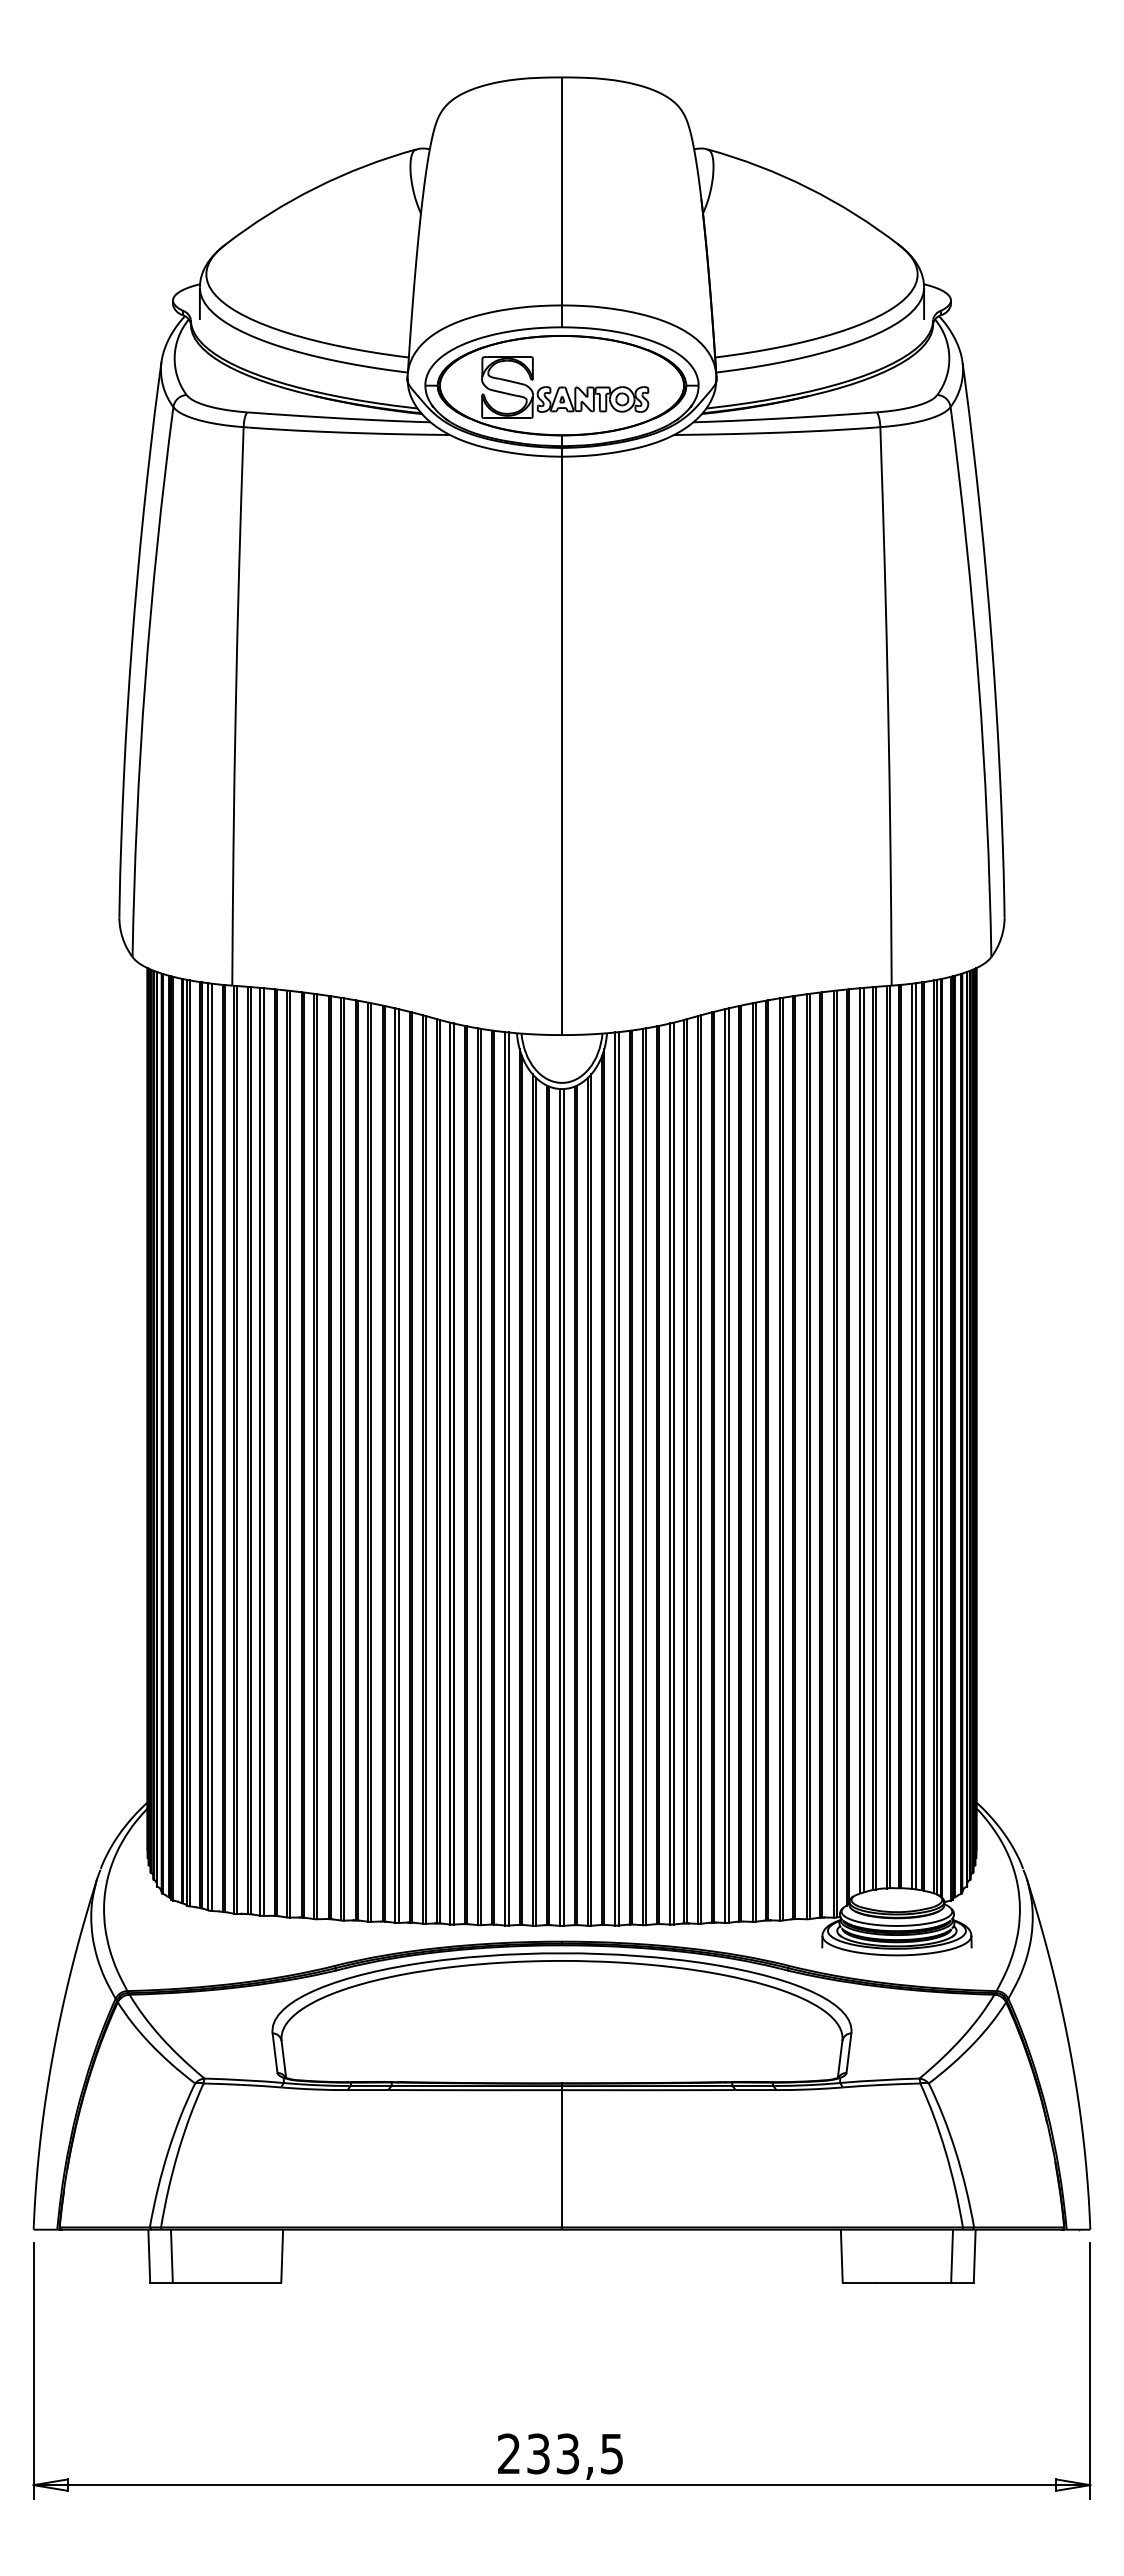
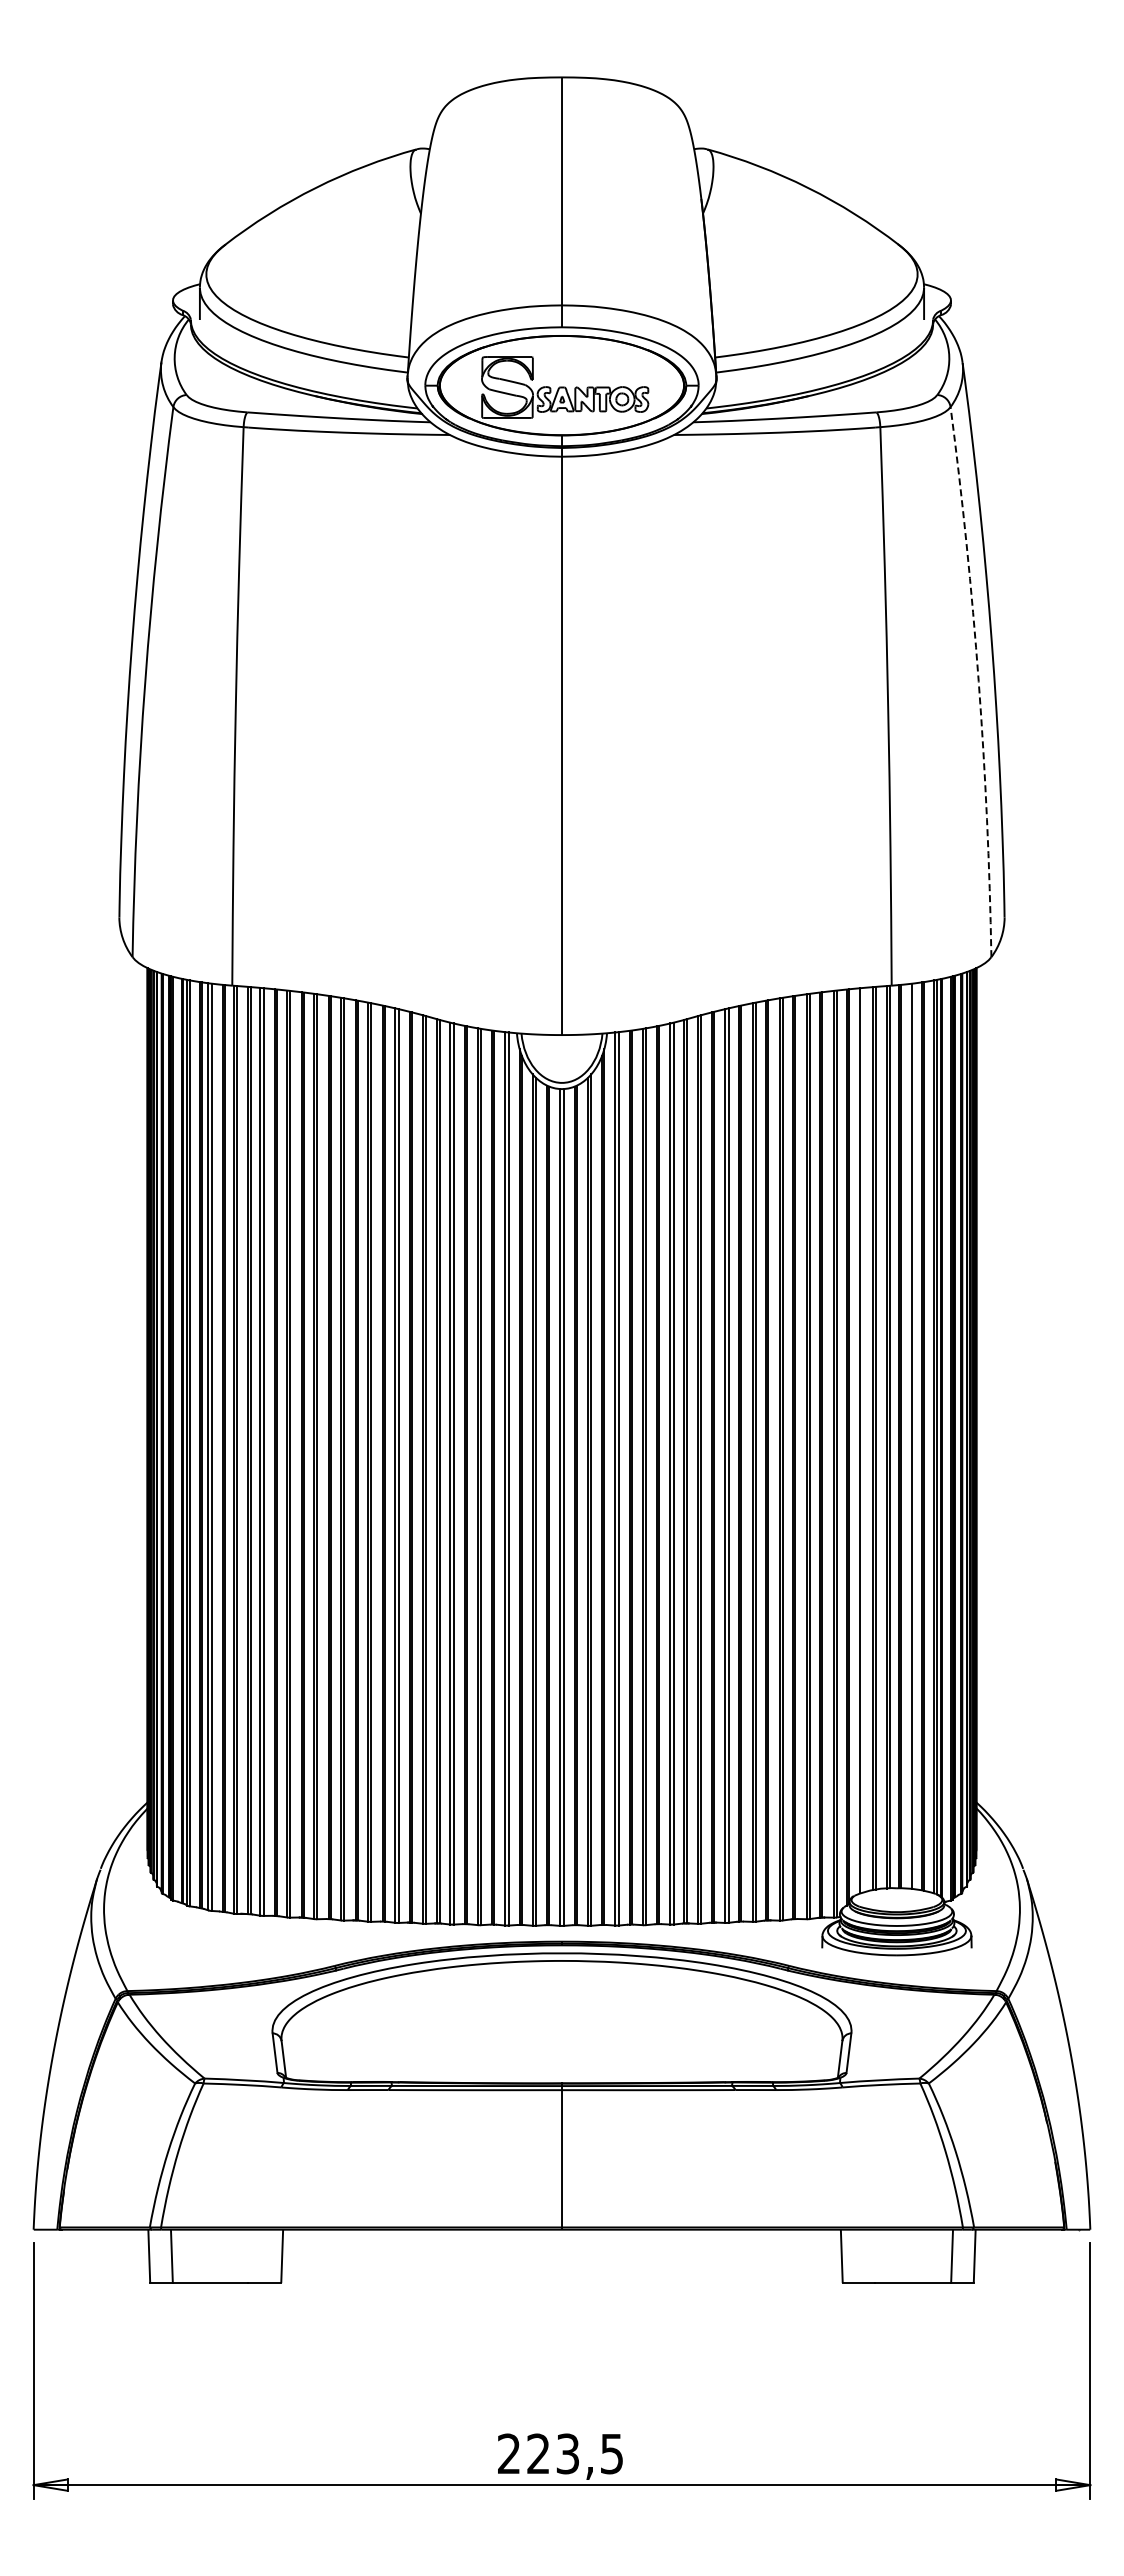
arc at (978, 681): solid -> dashed
line at (915, 1436): present -> none
line at (863, 1439): present -> none
text at (538, 2453): 233,5 -> 223,5
